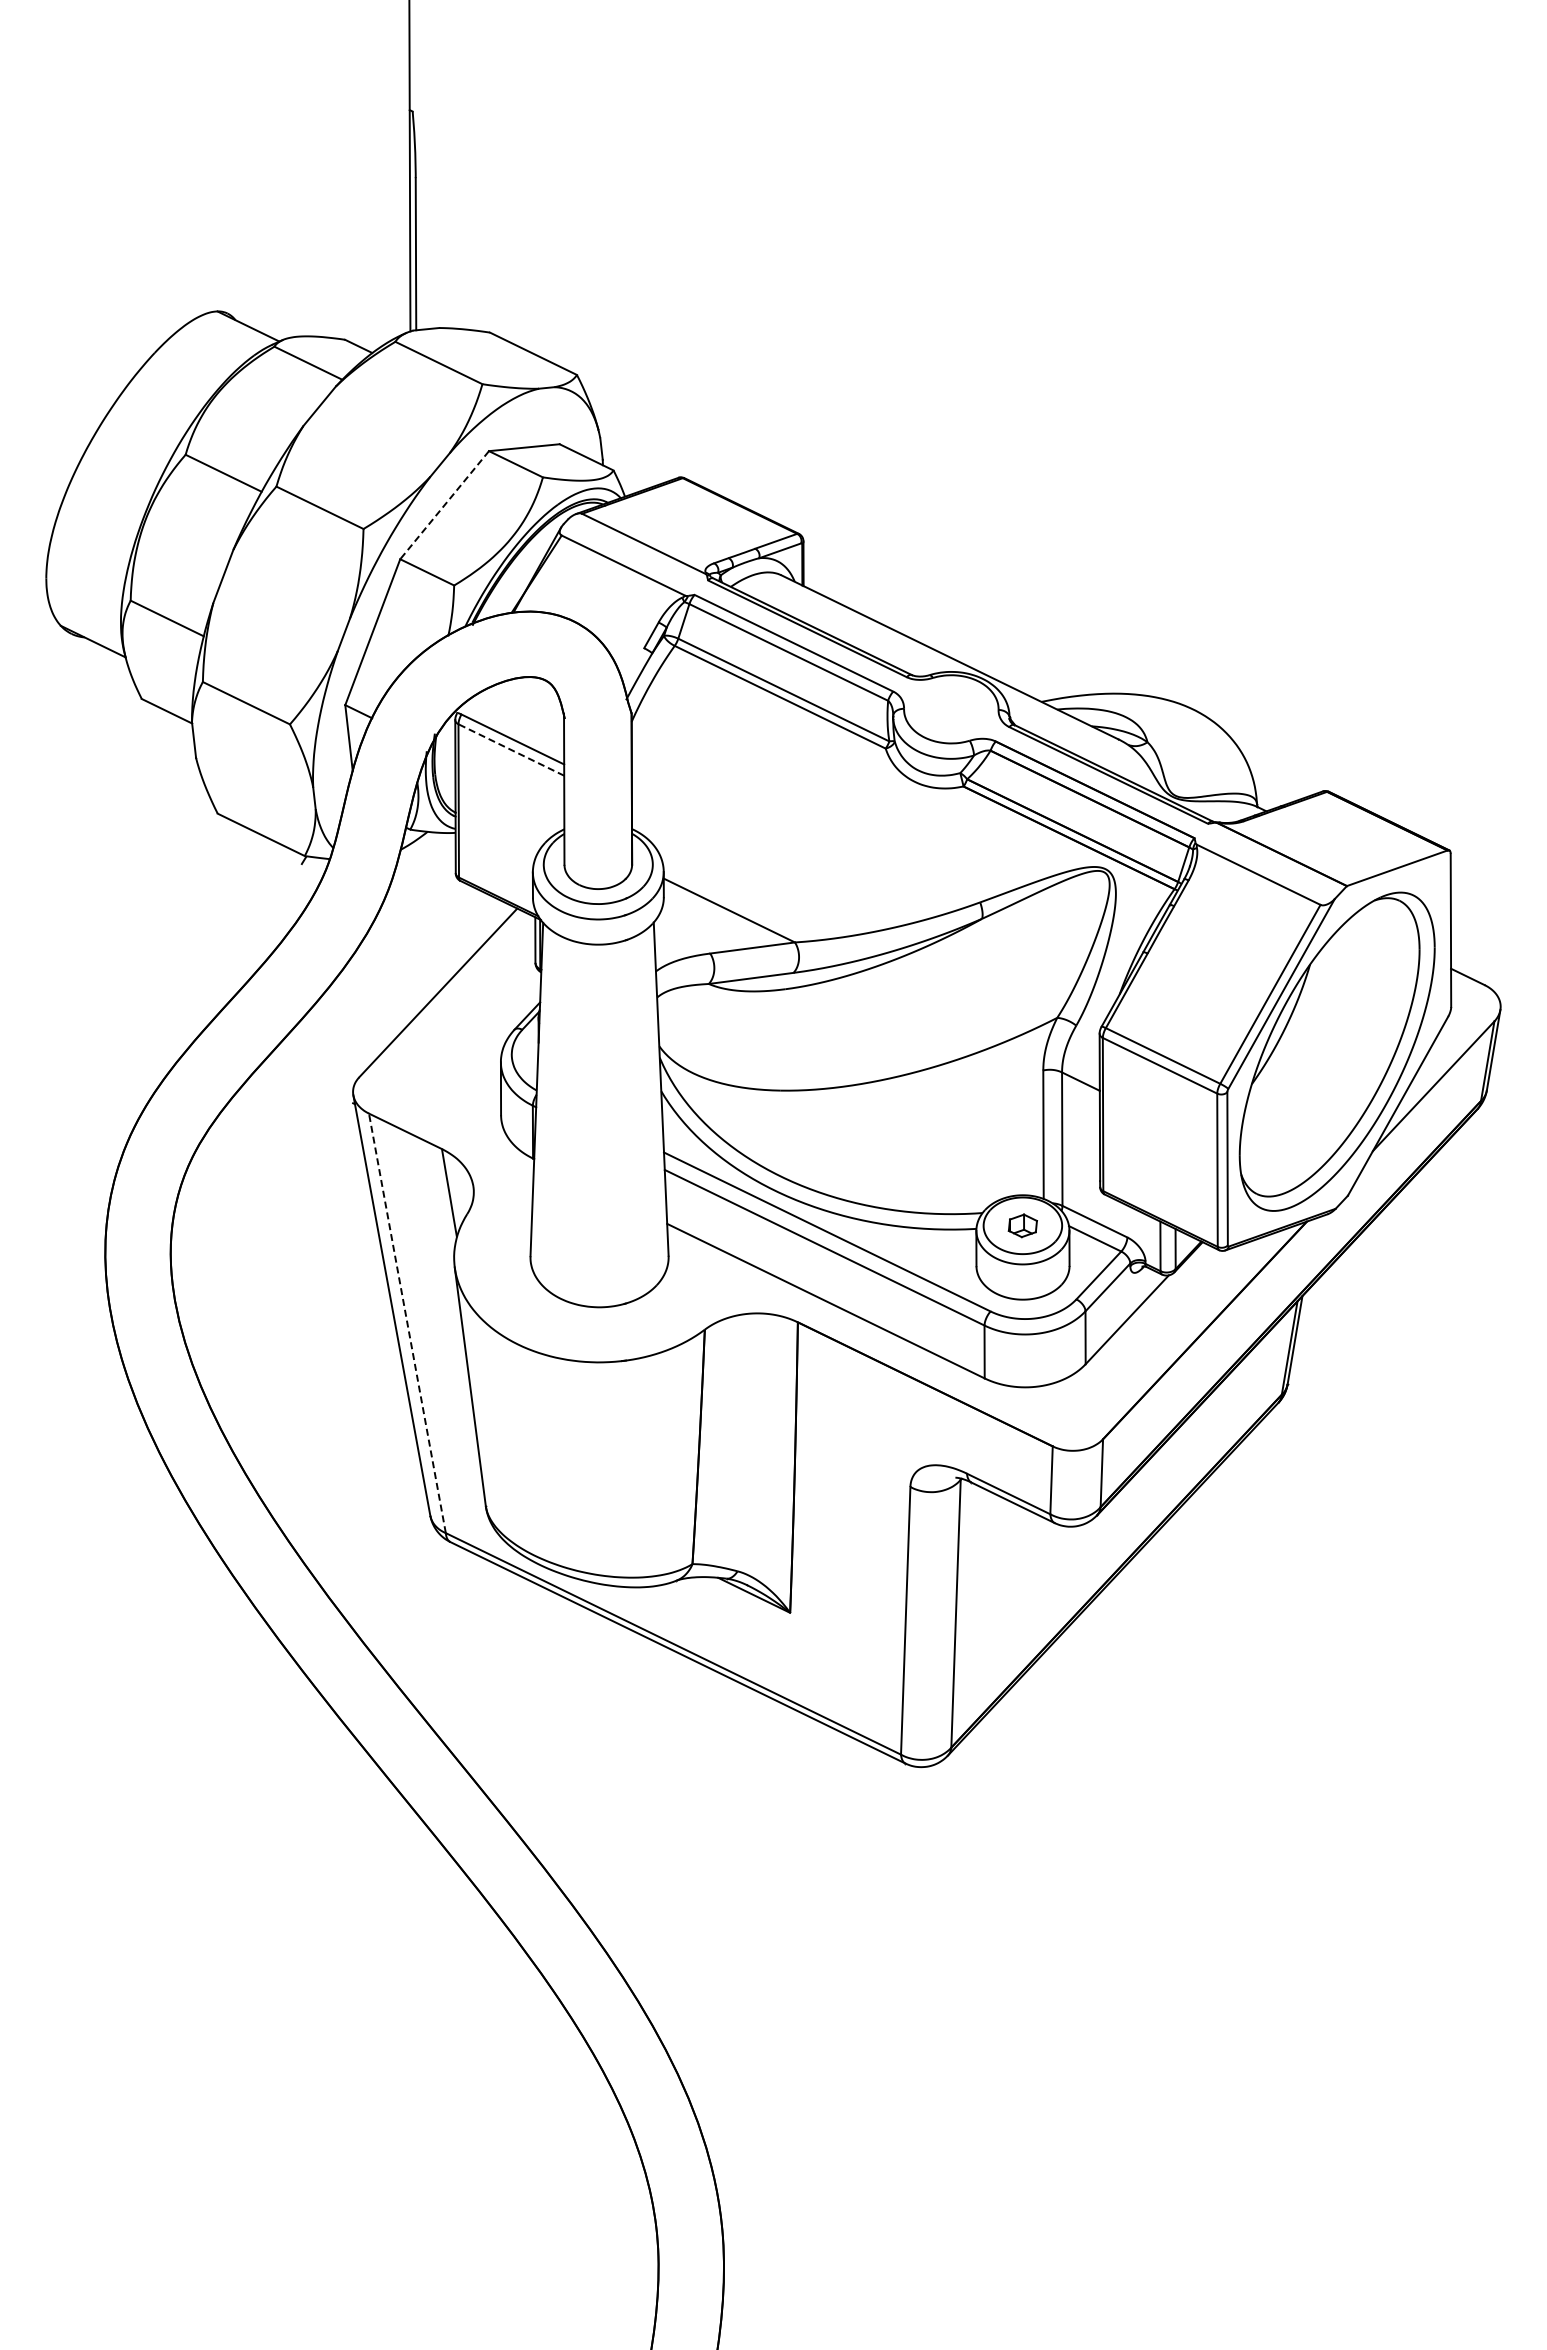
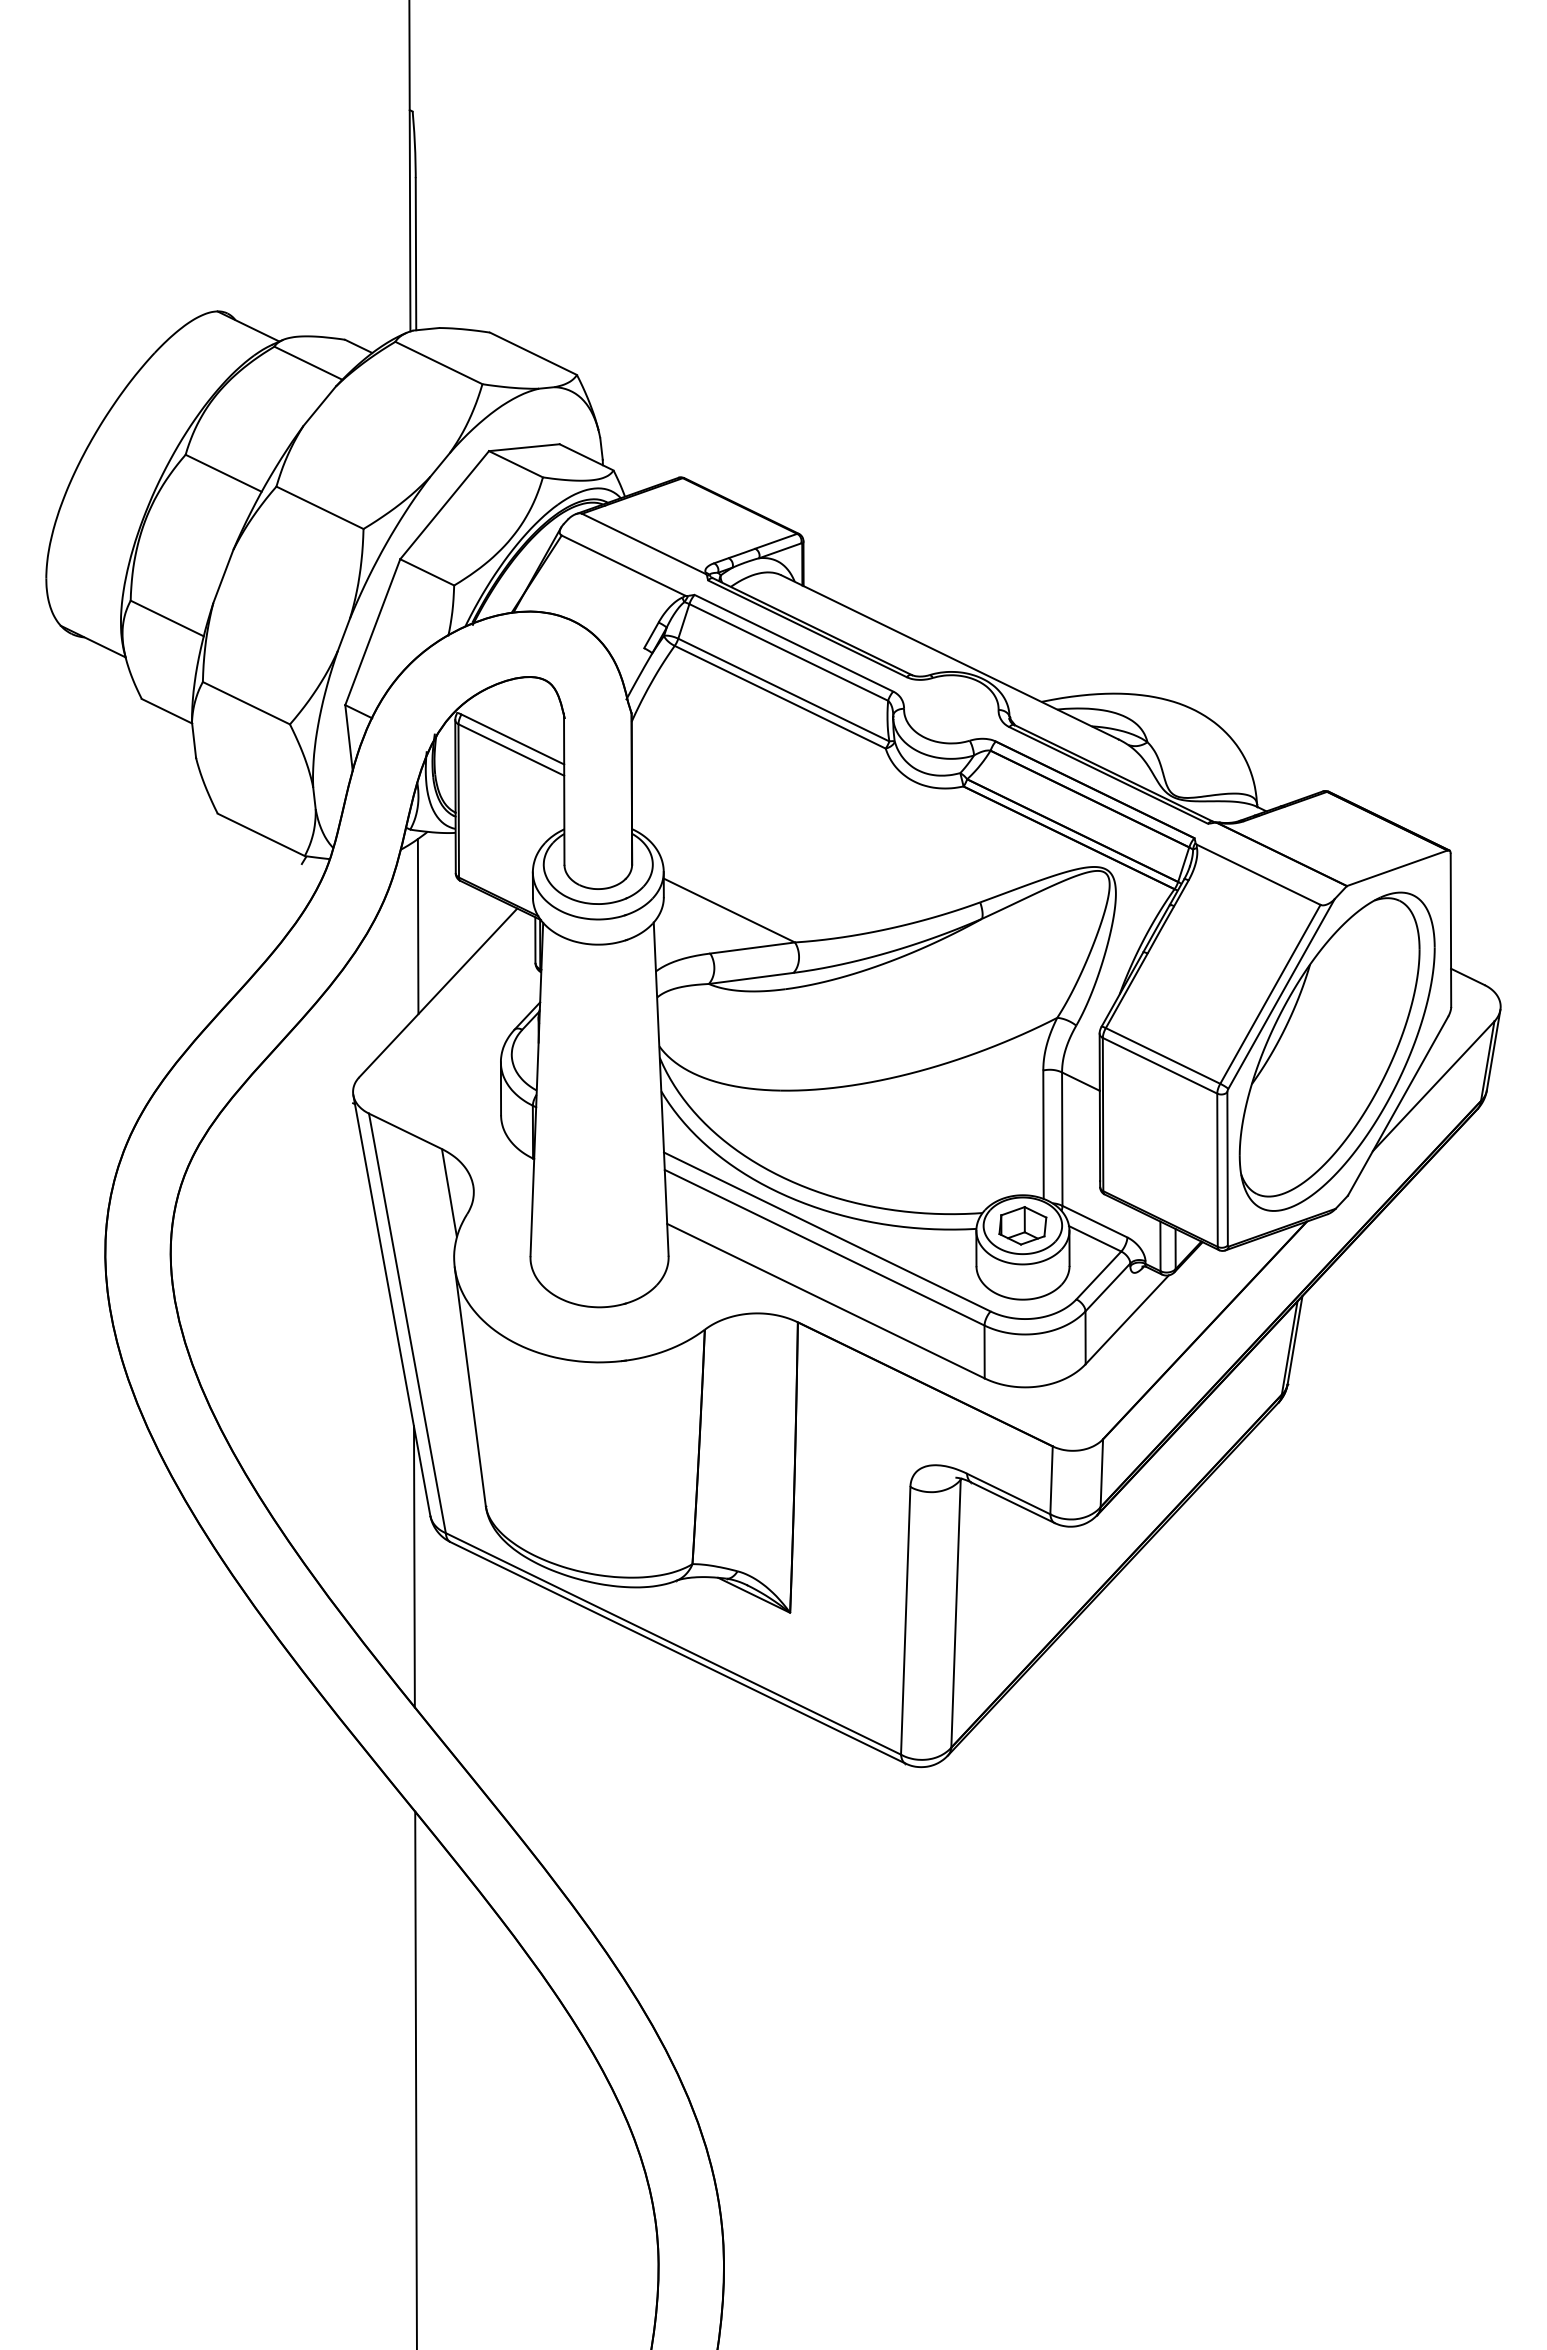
line at (444, 505): dashed -> solid
line at (511, 749): dashed -> solid
line at (417, 926): none -> present
part at (1022, 1225) size: 31x26 px -> 50x40 px
line at (407, 1322): dashed -> solid
line at (414, 1566): none -> present
line at (415, 2078): none -> present
